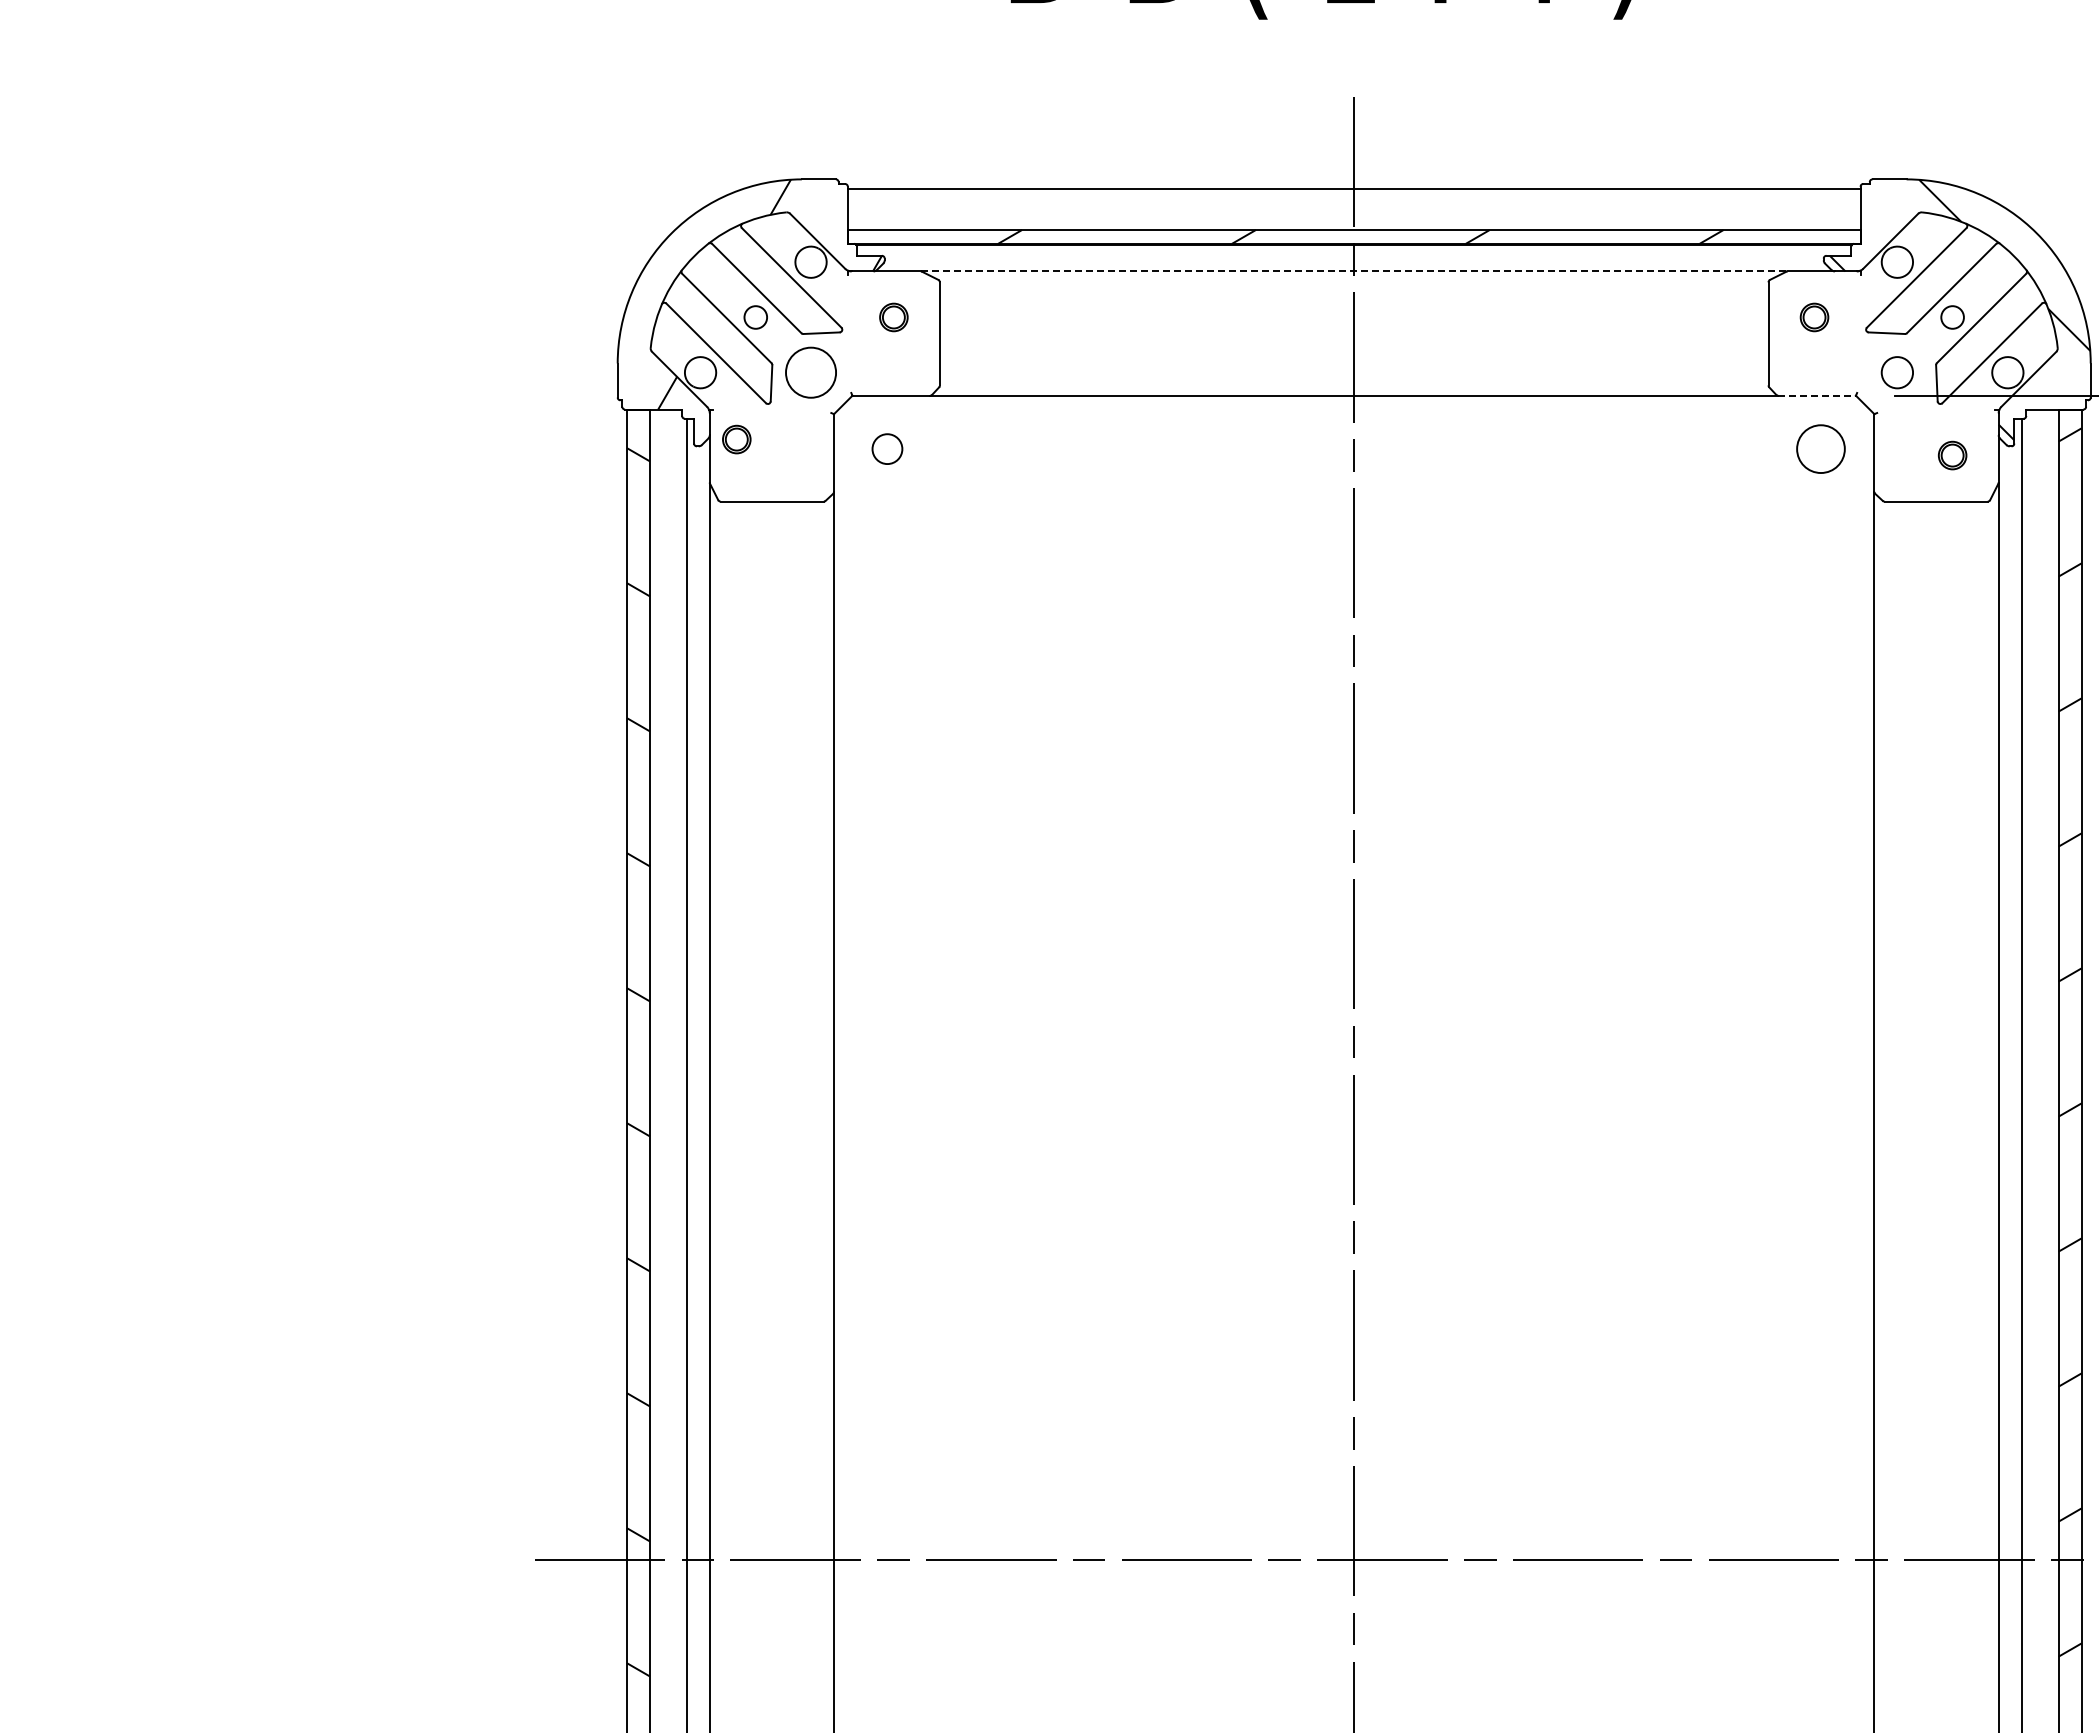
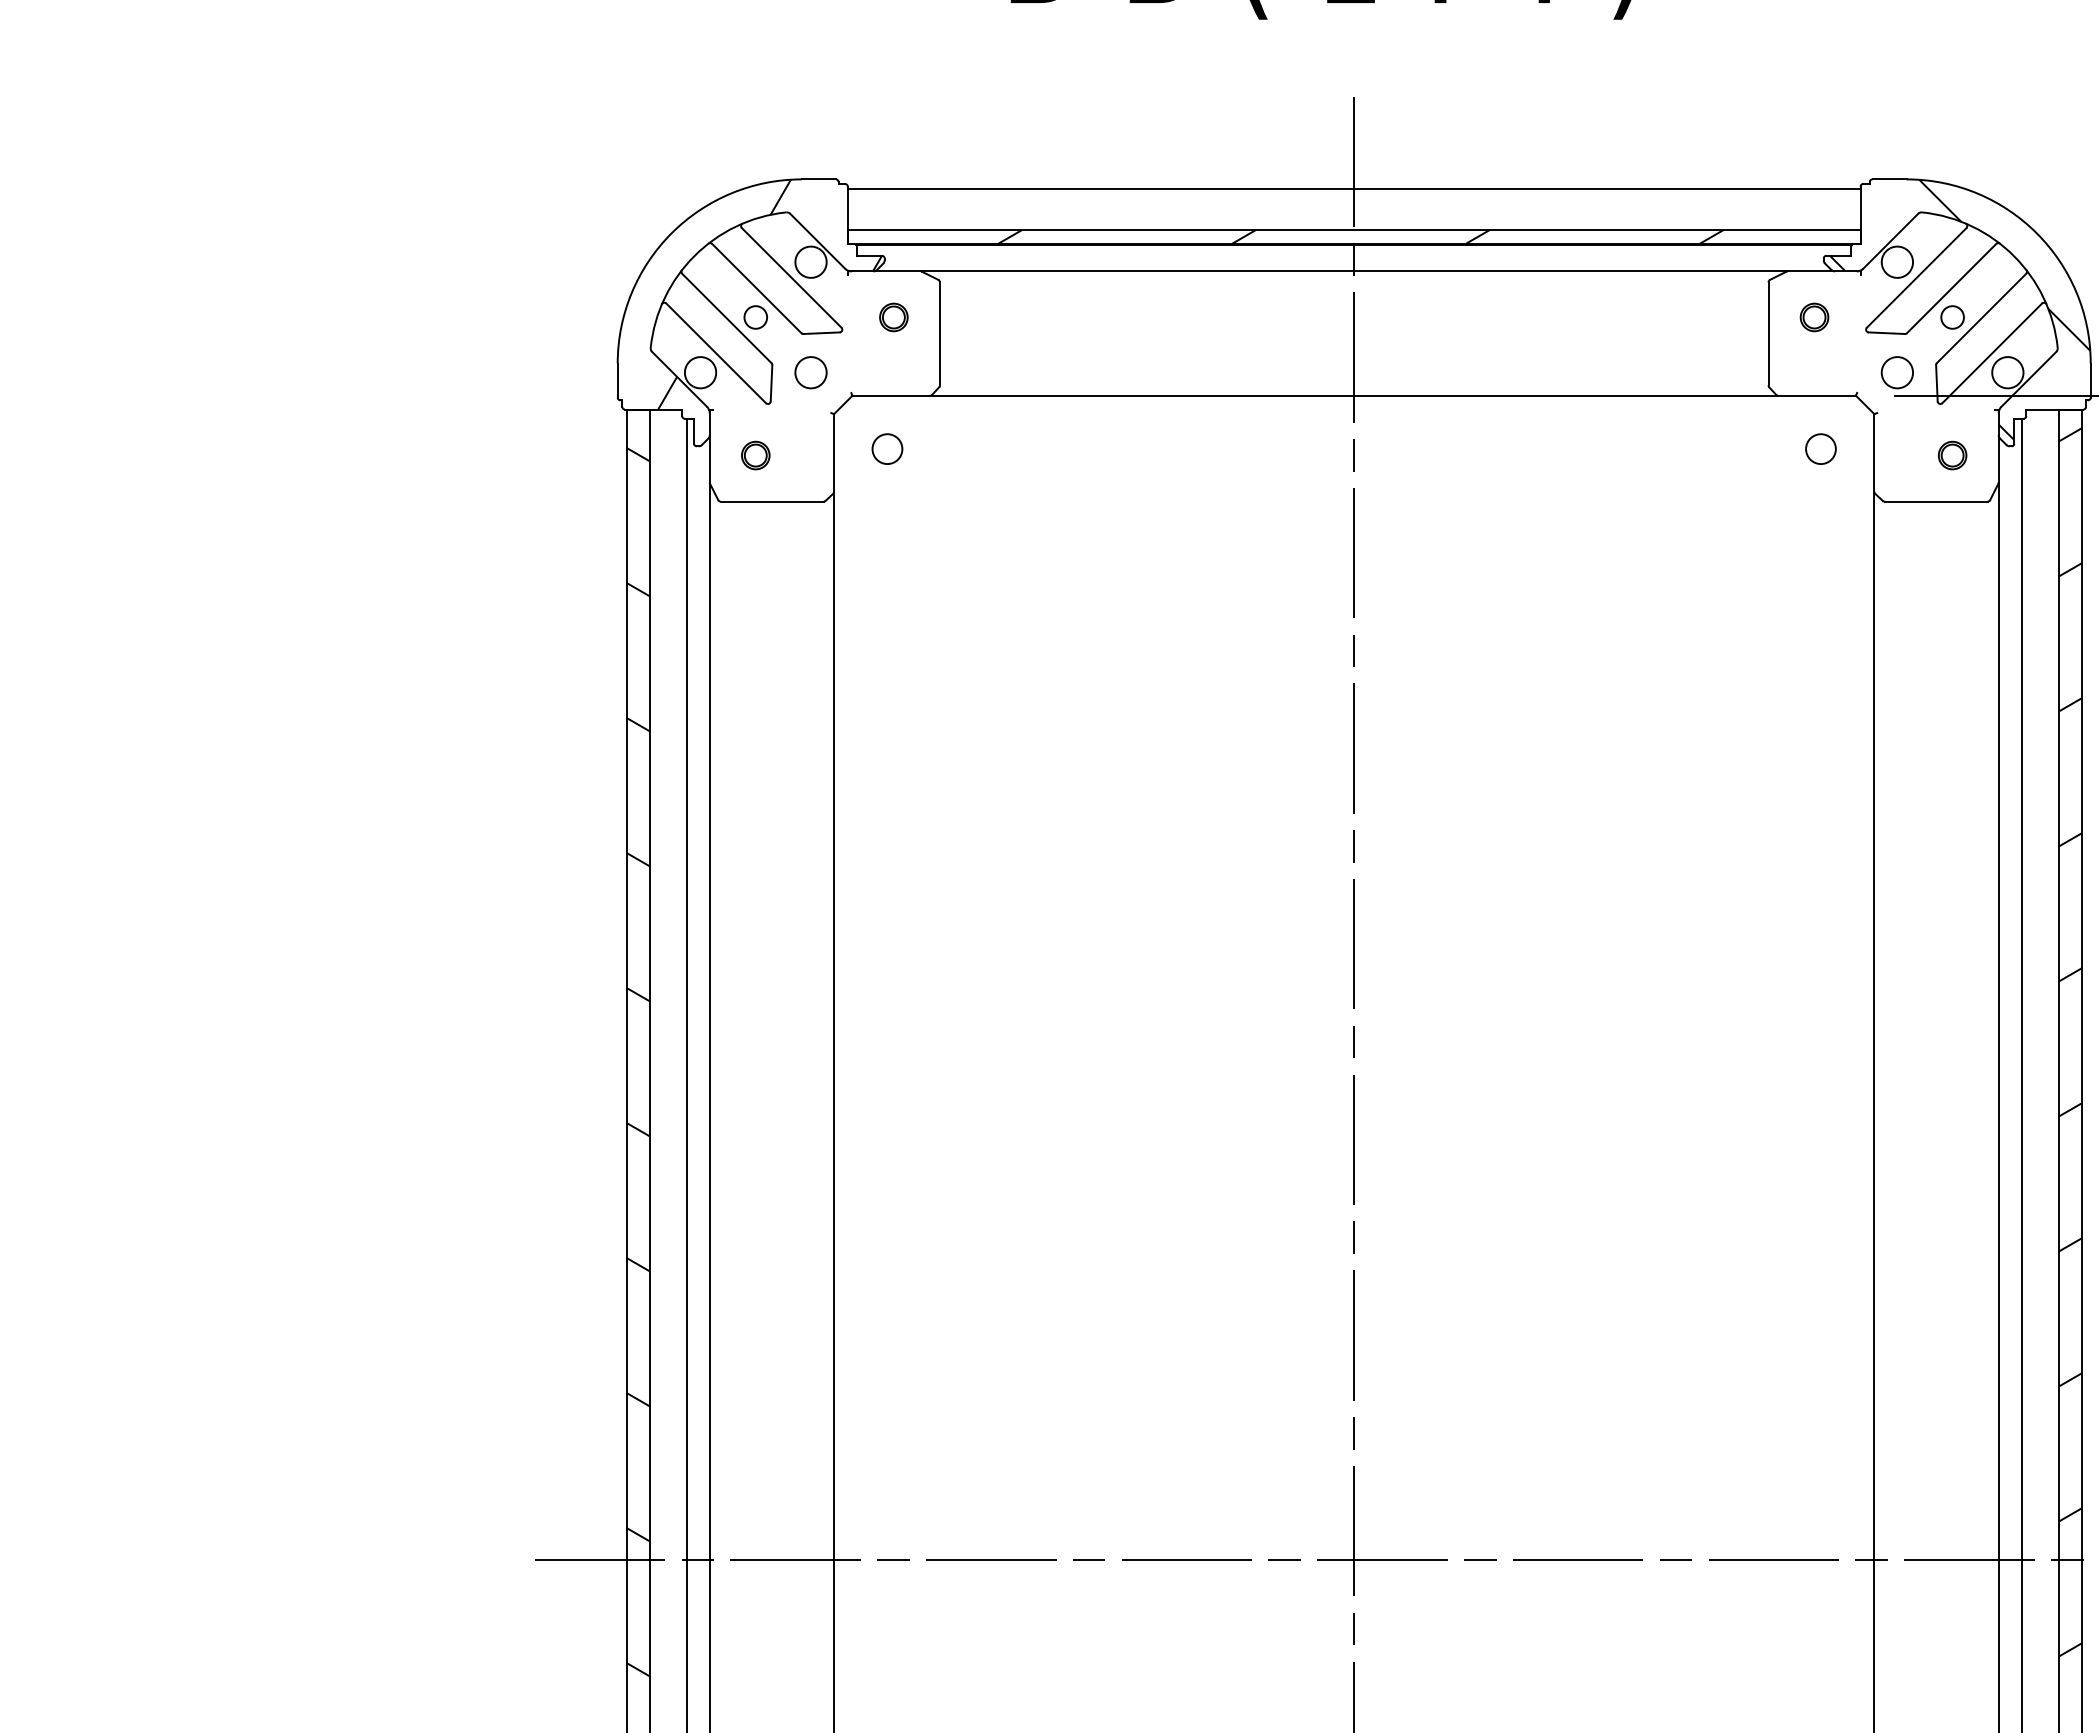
line at (1354, 271): dashed -> solid
circle at (811, 372) diameter: 50 px -> 31 px
line at (1817, 395): dashed -> solid
part at (736, 439) position: (736, 439) -> (755, 455)
circle at (1820, 449) diameter: 48 px -> 30 px
